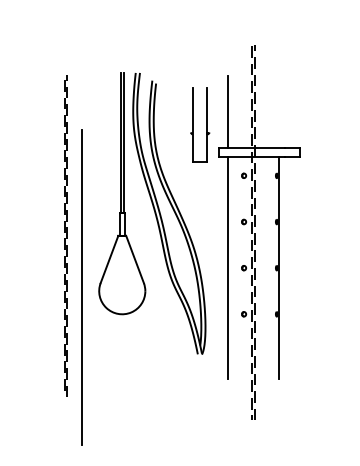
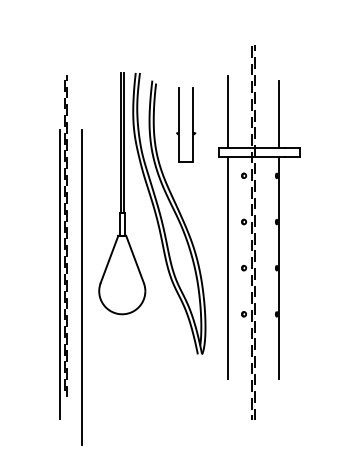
line at (278, 114): none -> present
part at (200, 124) position: (200, 124) -> (186, 124)
line at (59, 274): none -> present
